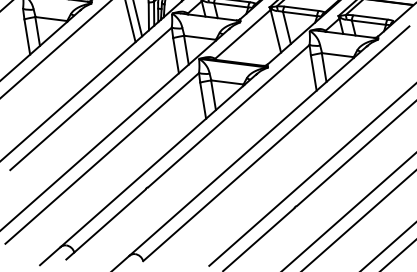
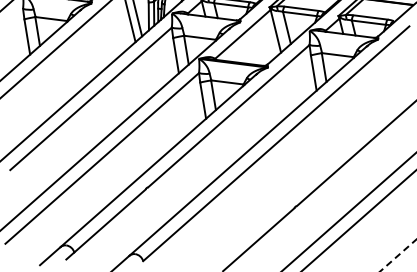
line at (311, 175): present -> none
line at (388, 246): present -> none
line at (398, 255): solid -> dashed
